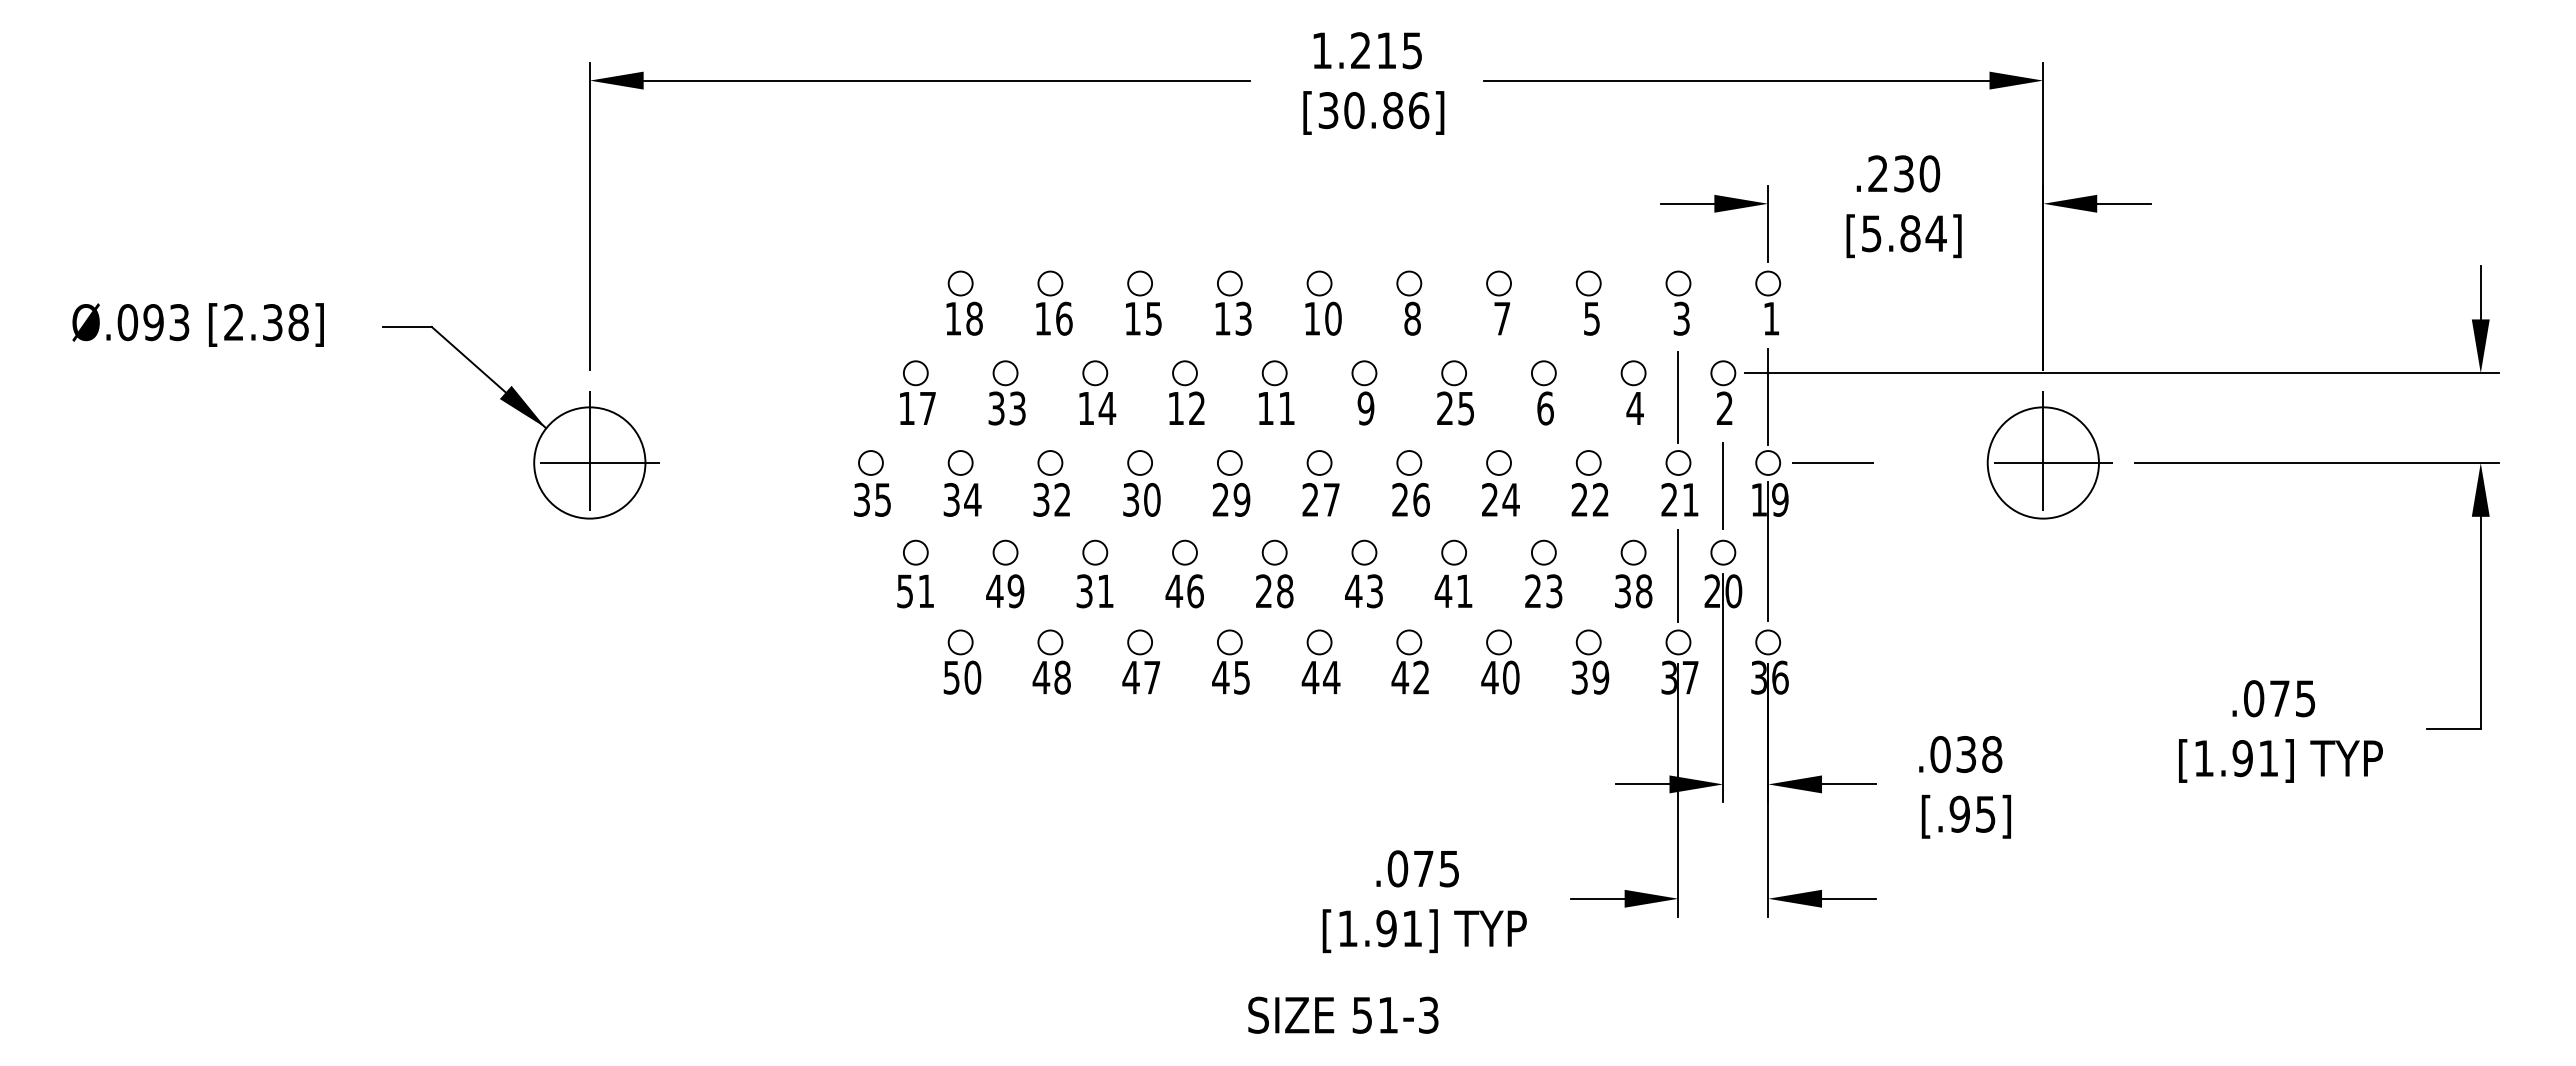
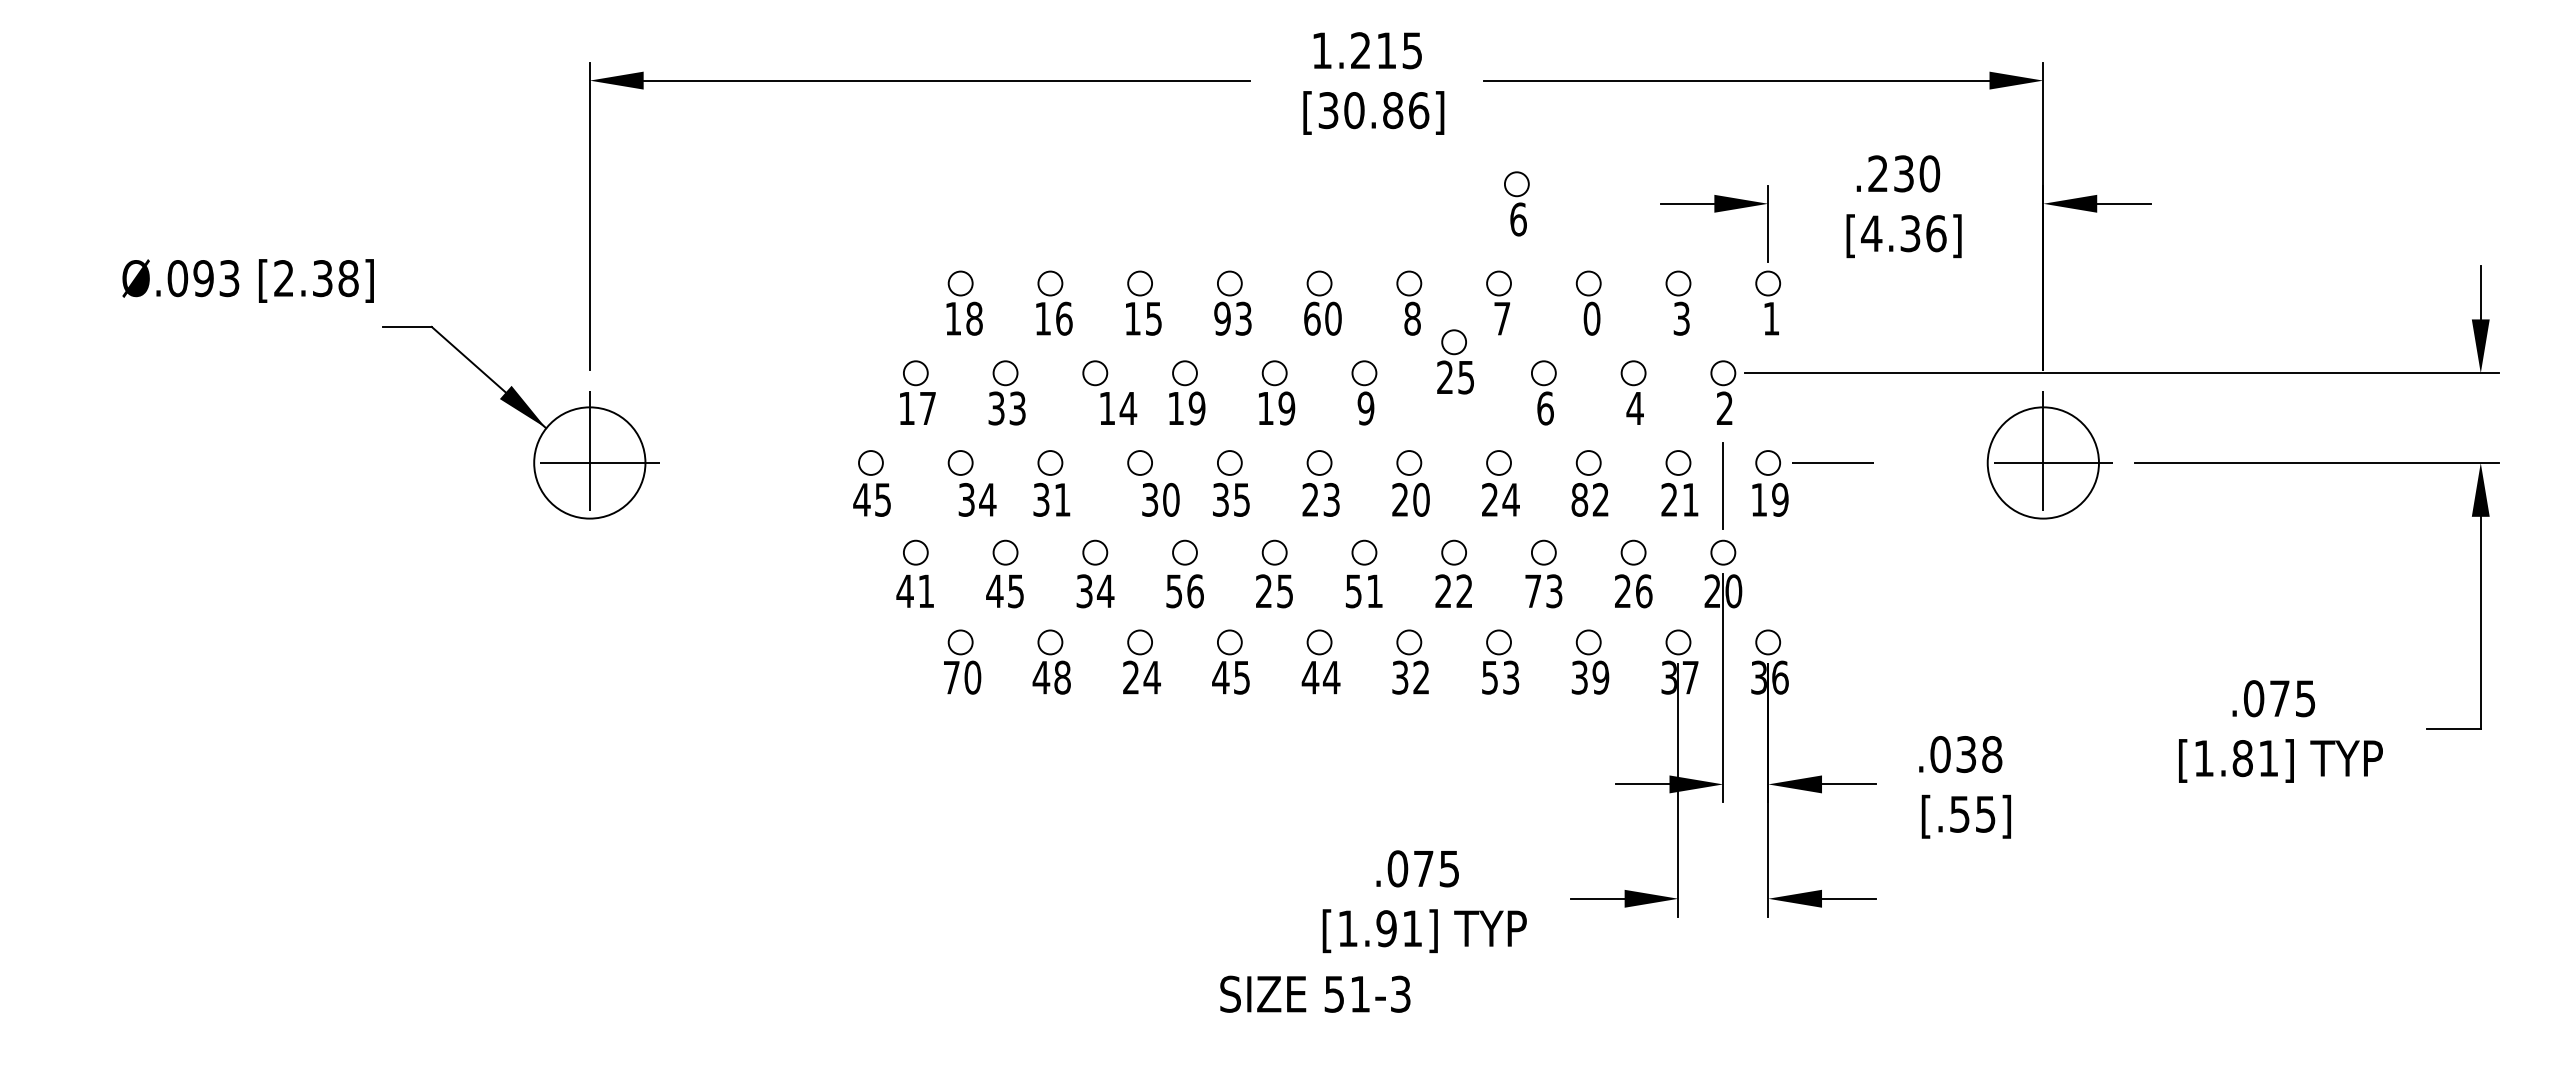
part at (1516, 203): none -> present
text at (1903, 233): [5.84] -> [4.36]
text at (1222, 318): 13 -> 93
text at (1312, 318): 10 -> 60
text at (1591, 318): 5 -> 0
text at (197, 324) position: (197, 324) -> (247, 280)
part at (1455, 392) position: (1455, 392) -> (1455, 361)
line at (1768, 396): present -> none
line at (1678, 397): present -> none
text at (1097, 408) position: (1097, 408) -> (1118, 408)
text at (1196, 408): 12 -> 19
text at (1286, 408): 11 -> 19
text at (861, 499): 35 -> 45
text at (962, 499) position: (962, 499) -> (977, 499)
text at (1062, 499): 32 -> 31
text at (1141, 499) position: (1141, 499) -> (1160, 499)
text at (1231, 499): 29 -> 35
text at (1331, 499): 27 -> 23
text at (1421, 499): 26 -> 20
text at (1579, 499): 22 -> 82
line at (1768, 550): present -> none
line at (1678, 575): present -> none
text at (1105, 590): 31 -> 34
text at (1453, 590): 41 -> 22
text at (1532, 590): 23 -> 73
text at (904, 591): 51 -> 41
text at (1015, 591): 49 -> 45
text at (1174, 591): 46 -> 56
text at (1285, 591): 28 -> 25
text at (1363, 591): 43 -> 51
text at (1633, 591): 38 -> 26
text at (951, 677): 50 -> 70
text at (1141, 677): 47 -> 24
text at (1400, 677): 42 -> 32
text at (1500, 677): 40 -> 53
text at (2242, 758): [1.91] -> [1.81]
text at (1959, 813): [.95] -> [.55]
text at (1343, 1014) position: (1343, 1014) -> (1315, 993)
